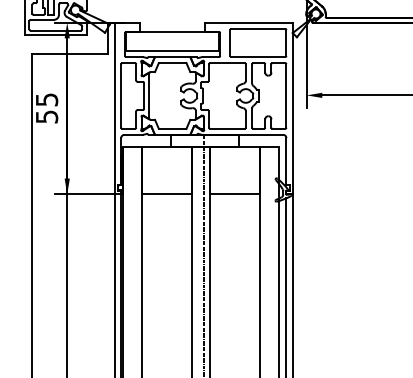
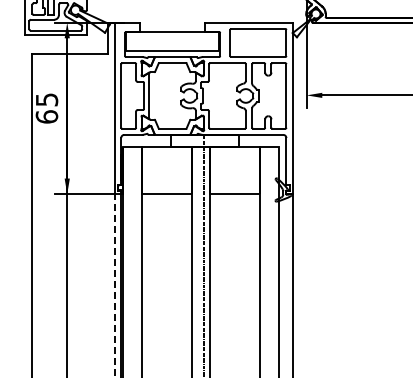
text at (46, 116): 55 -> 65
line at (115, 286): solid -> dashed
line at (286, 286): present -> none
